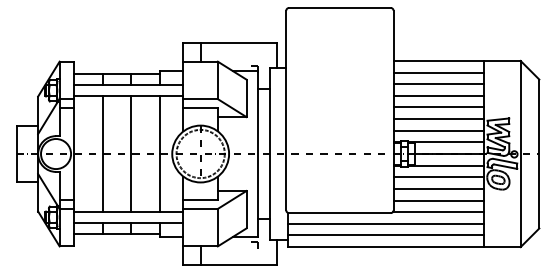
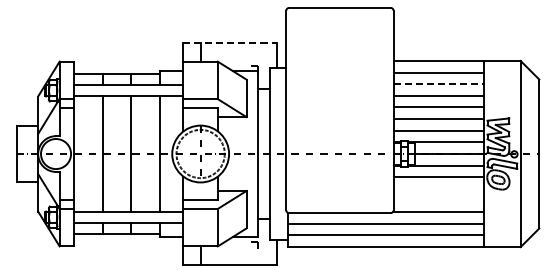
line at (230, 43): solid -> dashed
line at (439, 84): solid -> dashed
line at (438, 188): present -> none
line at (438, 200): present -> none
